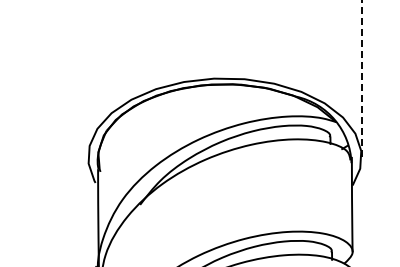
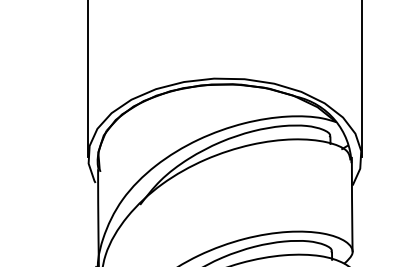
line at (361, 78): dashed -> solid
line at (88, 79): none -> present
